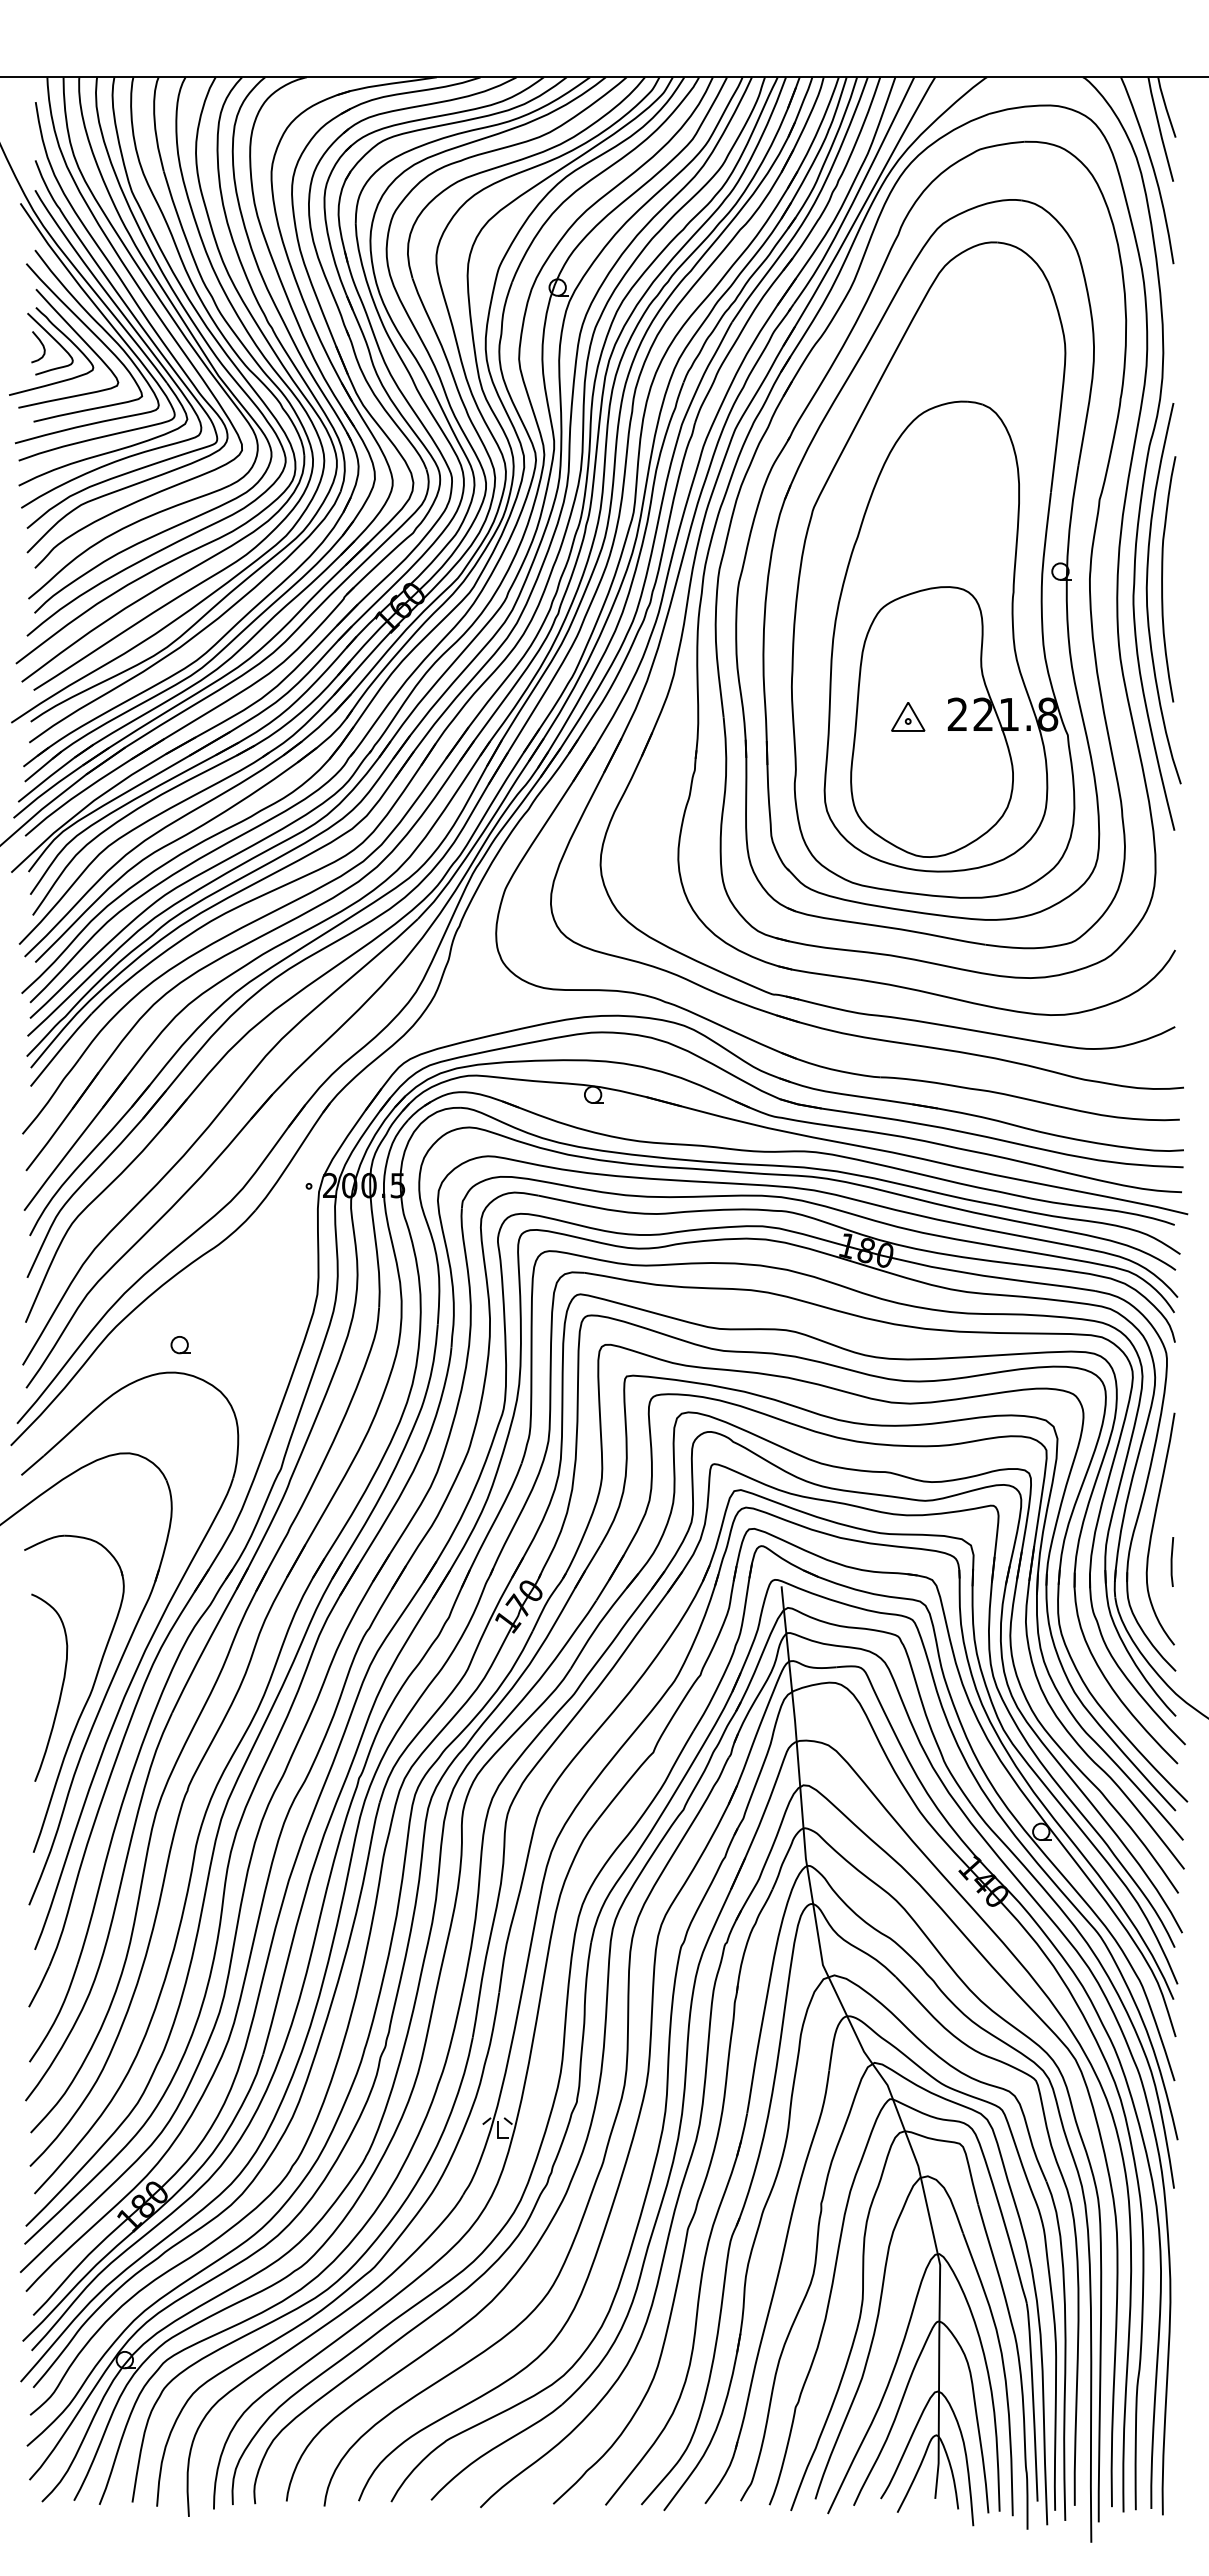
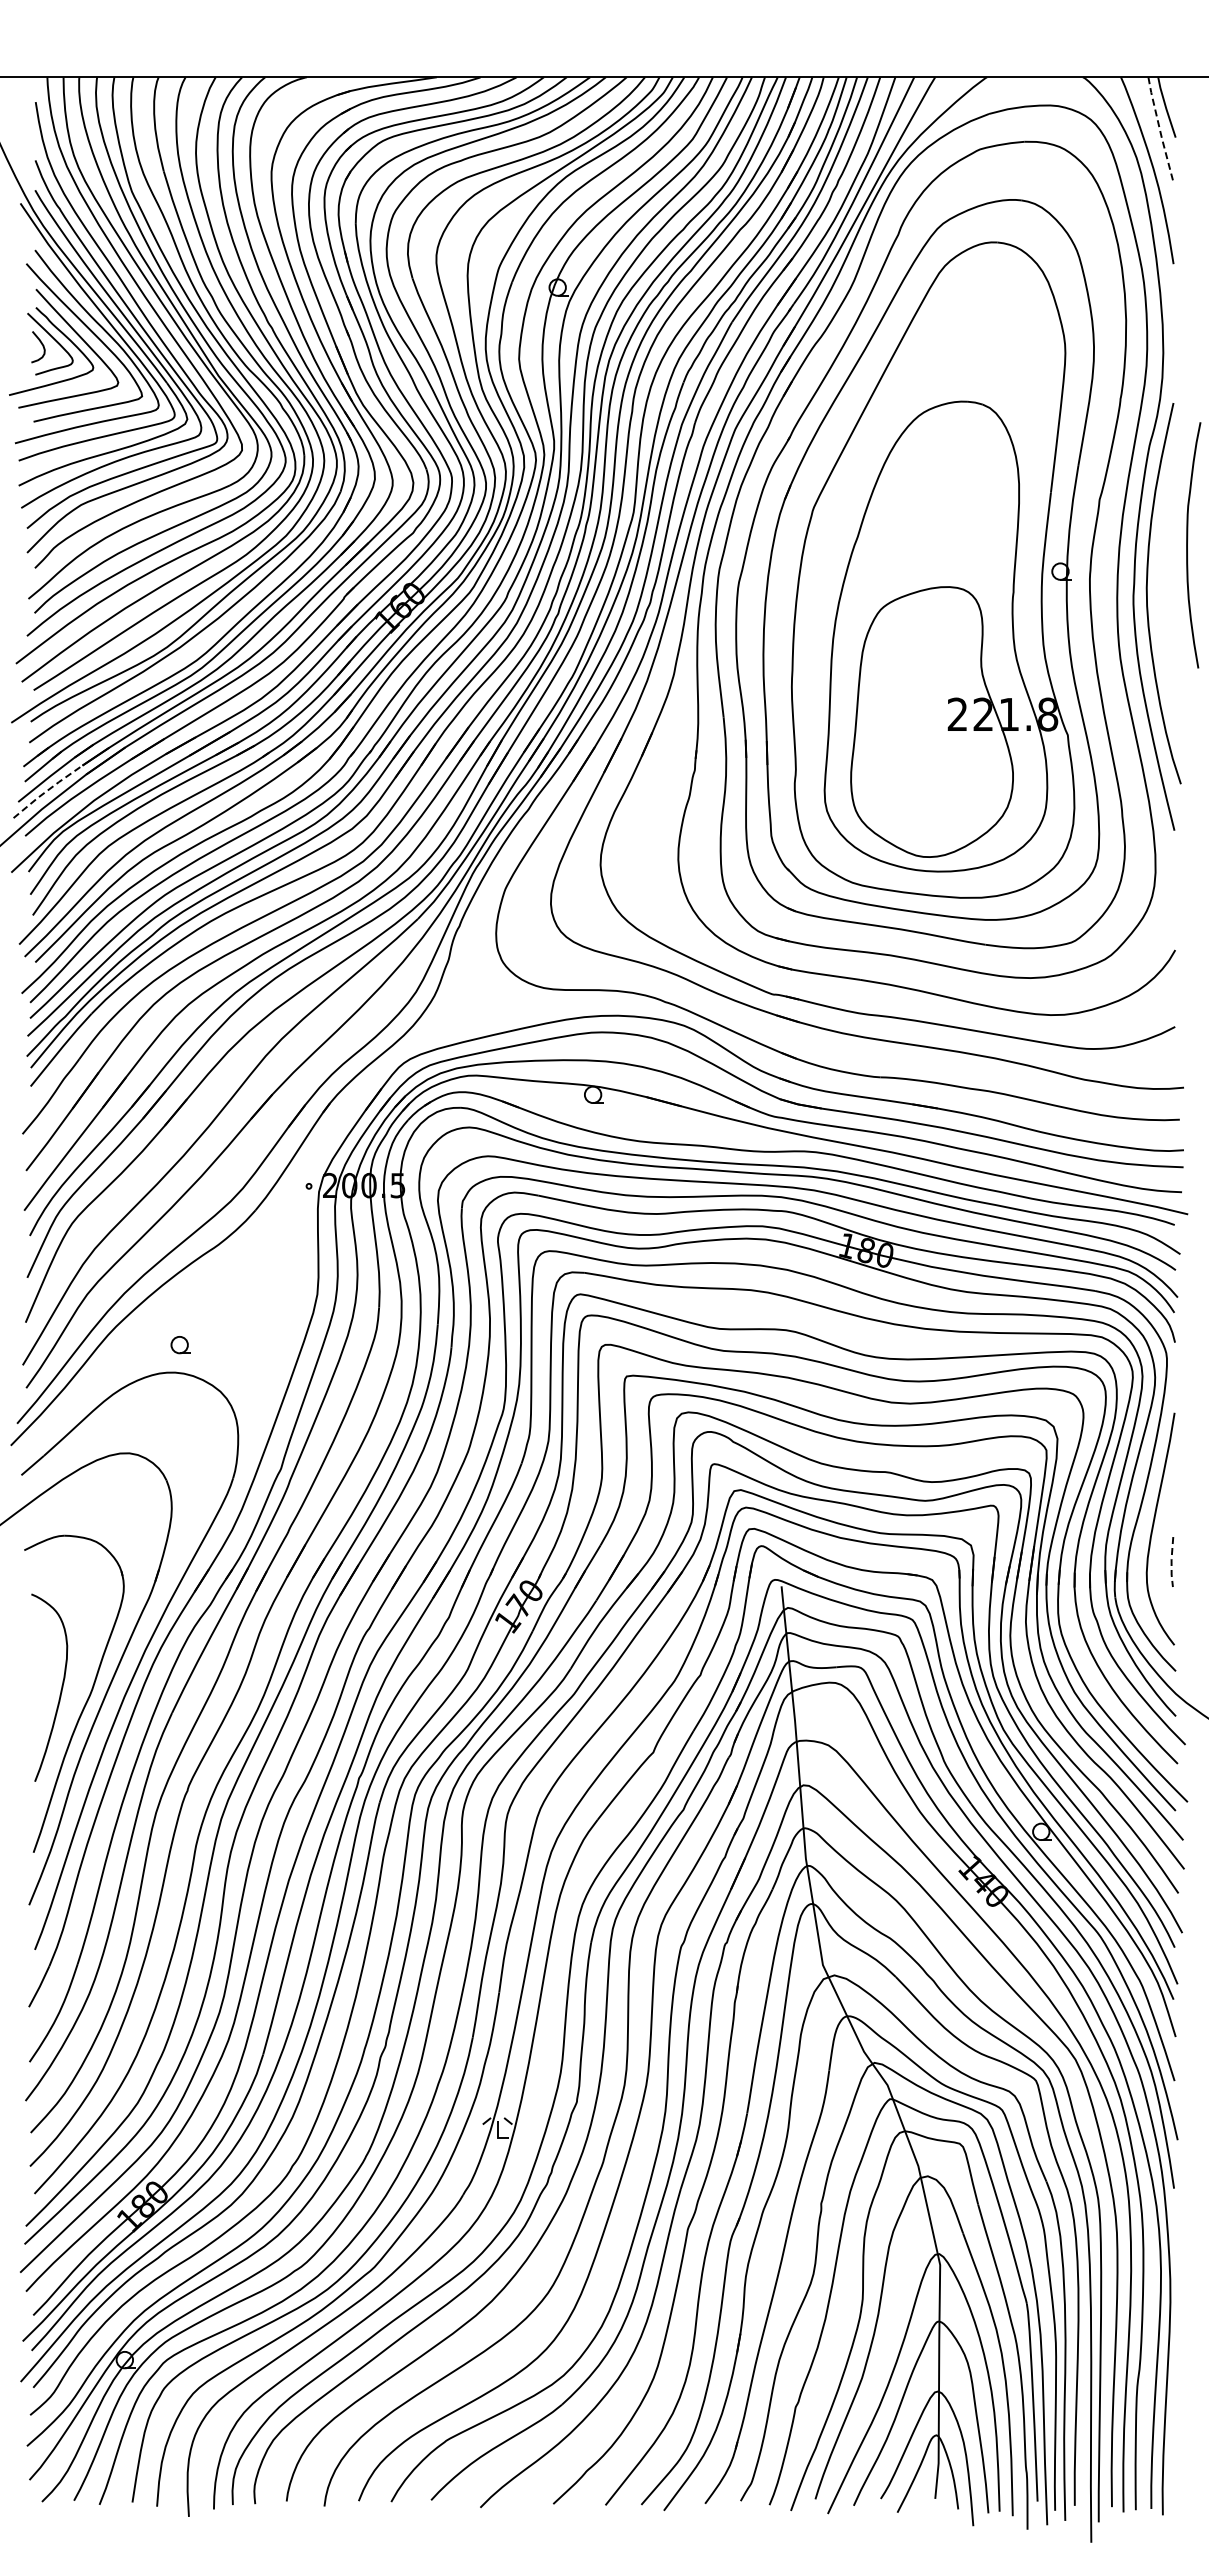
line at (1159, 129): solid -> dashed
curve at (1162, 579) position: (1162, 579) -> (1187, 545)
part at (908, 716): present -> none
line at (47, 790): solid -> dashed
line at (1171, 1562): solid -> dashed
